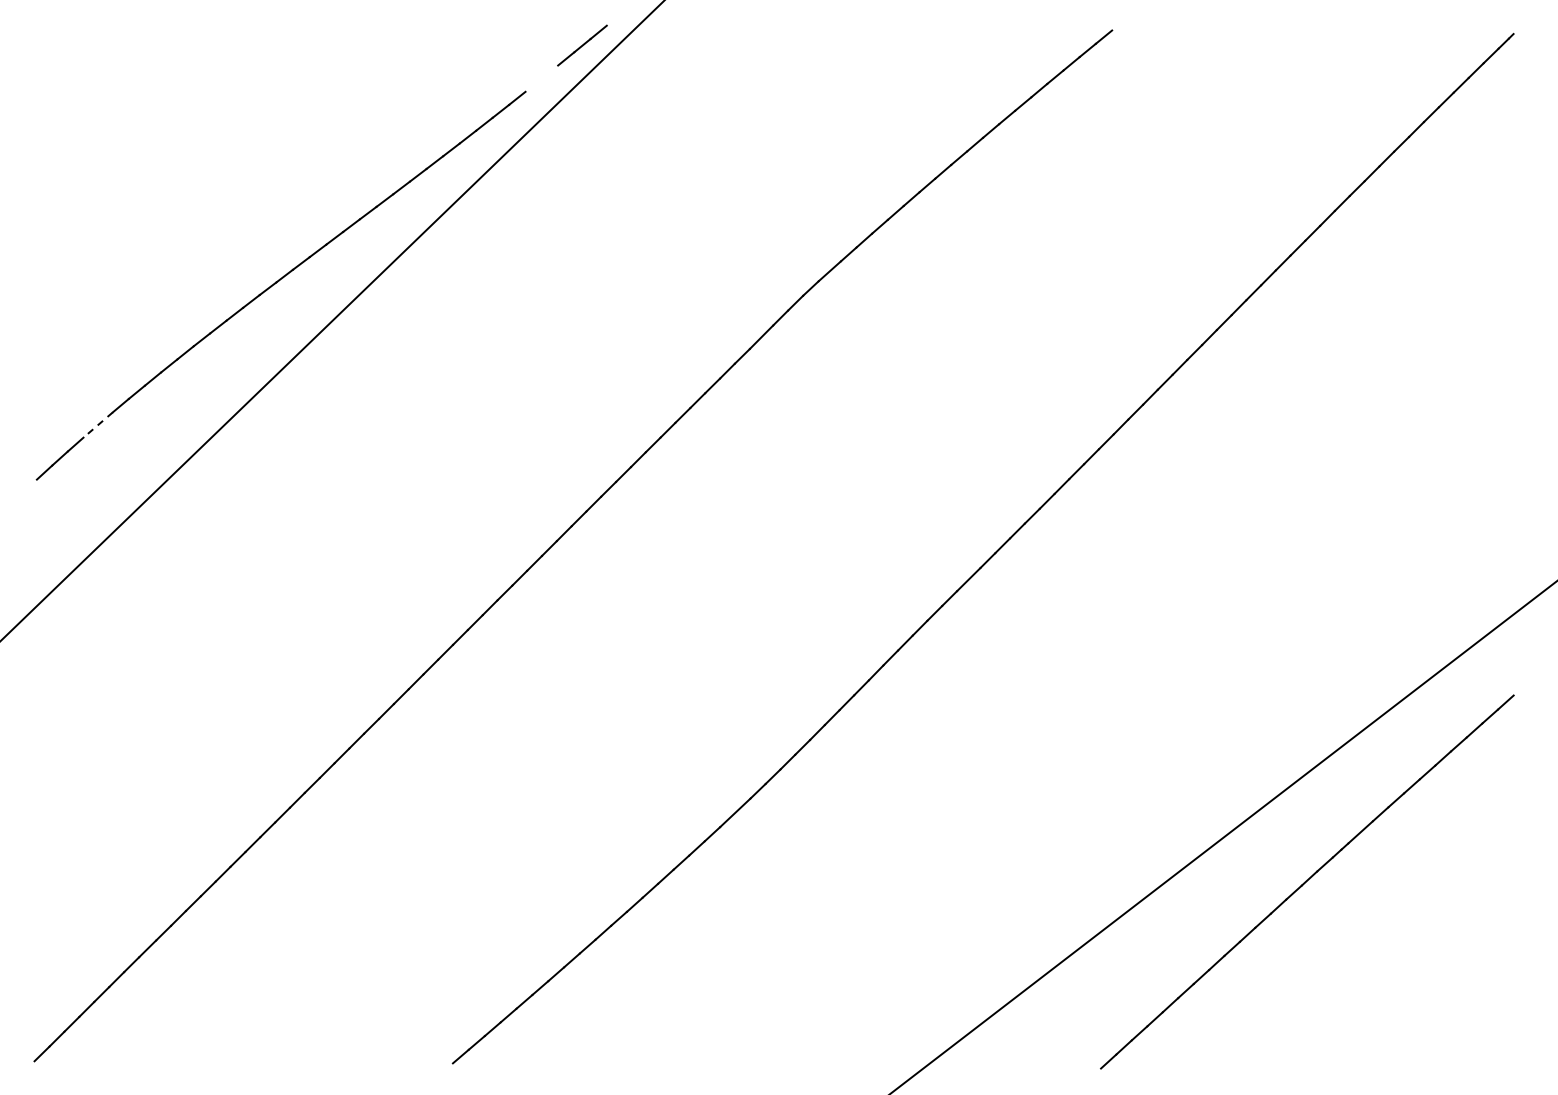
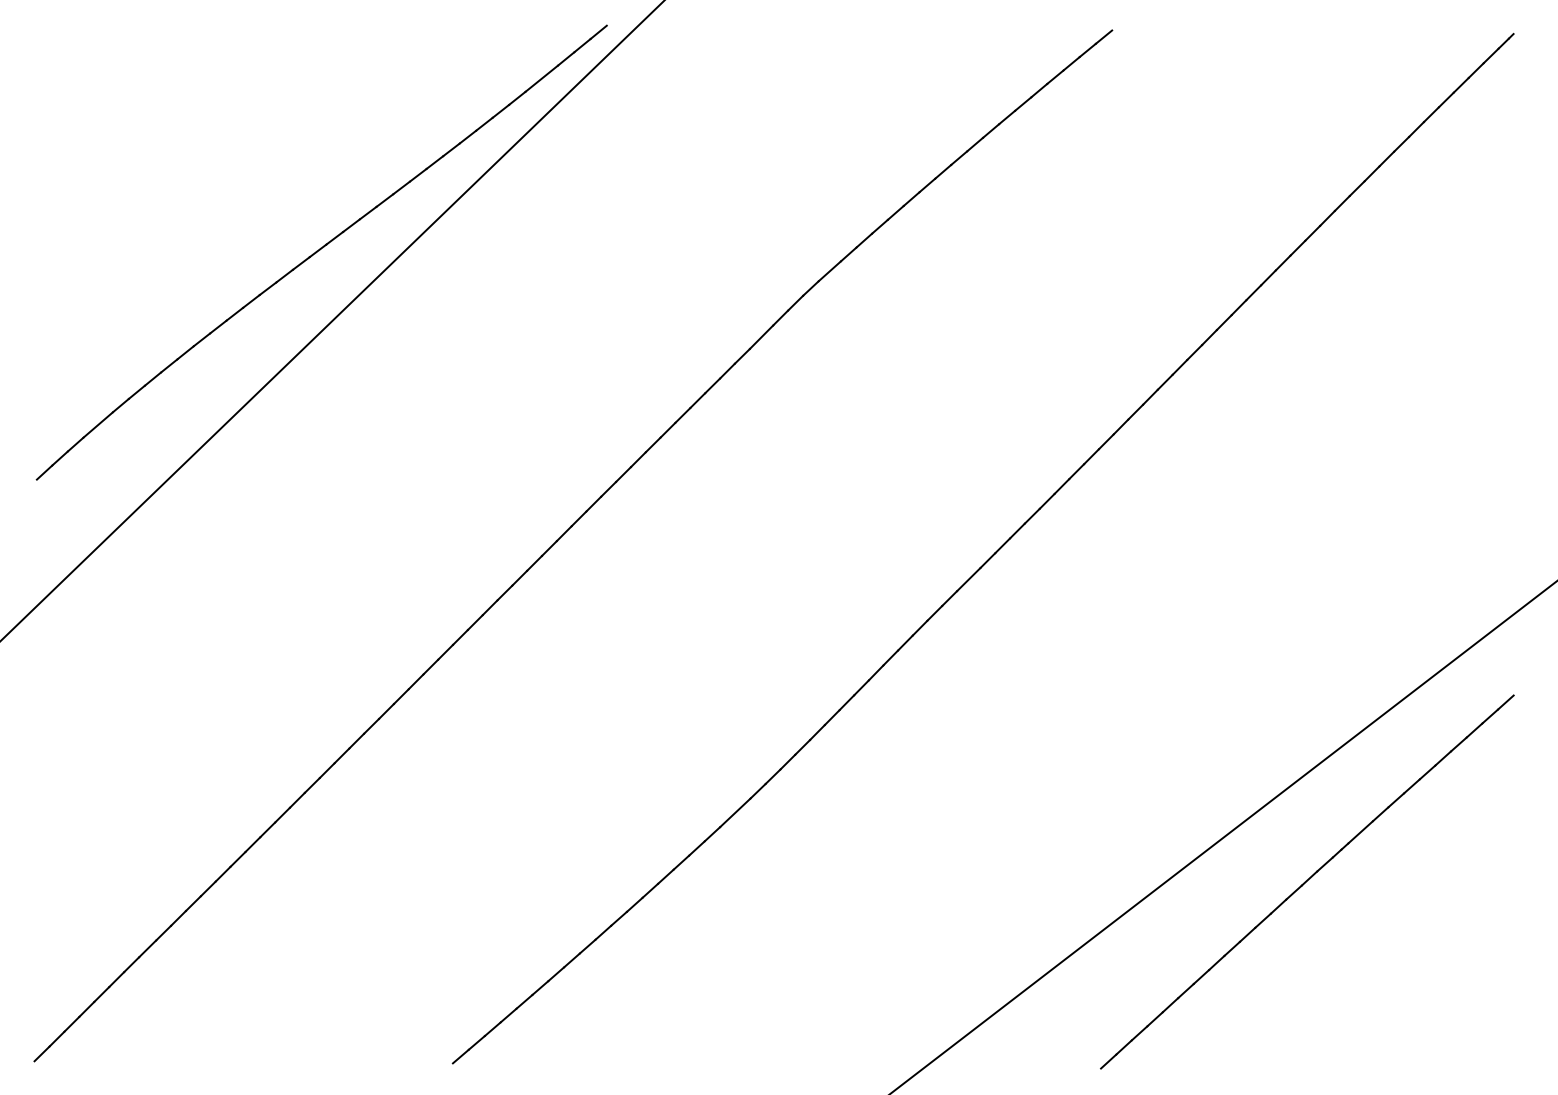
line at (541, 78): none -> present
line at (97, 425): dashed -> solid
